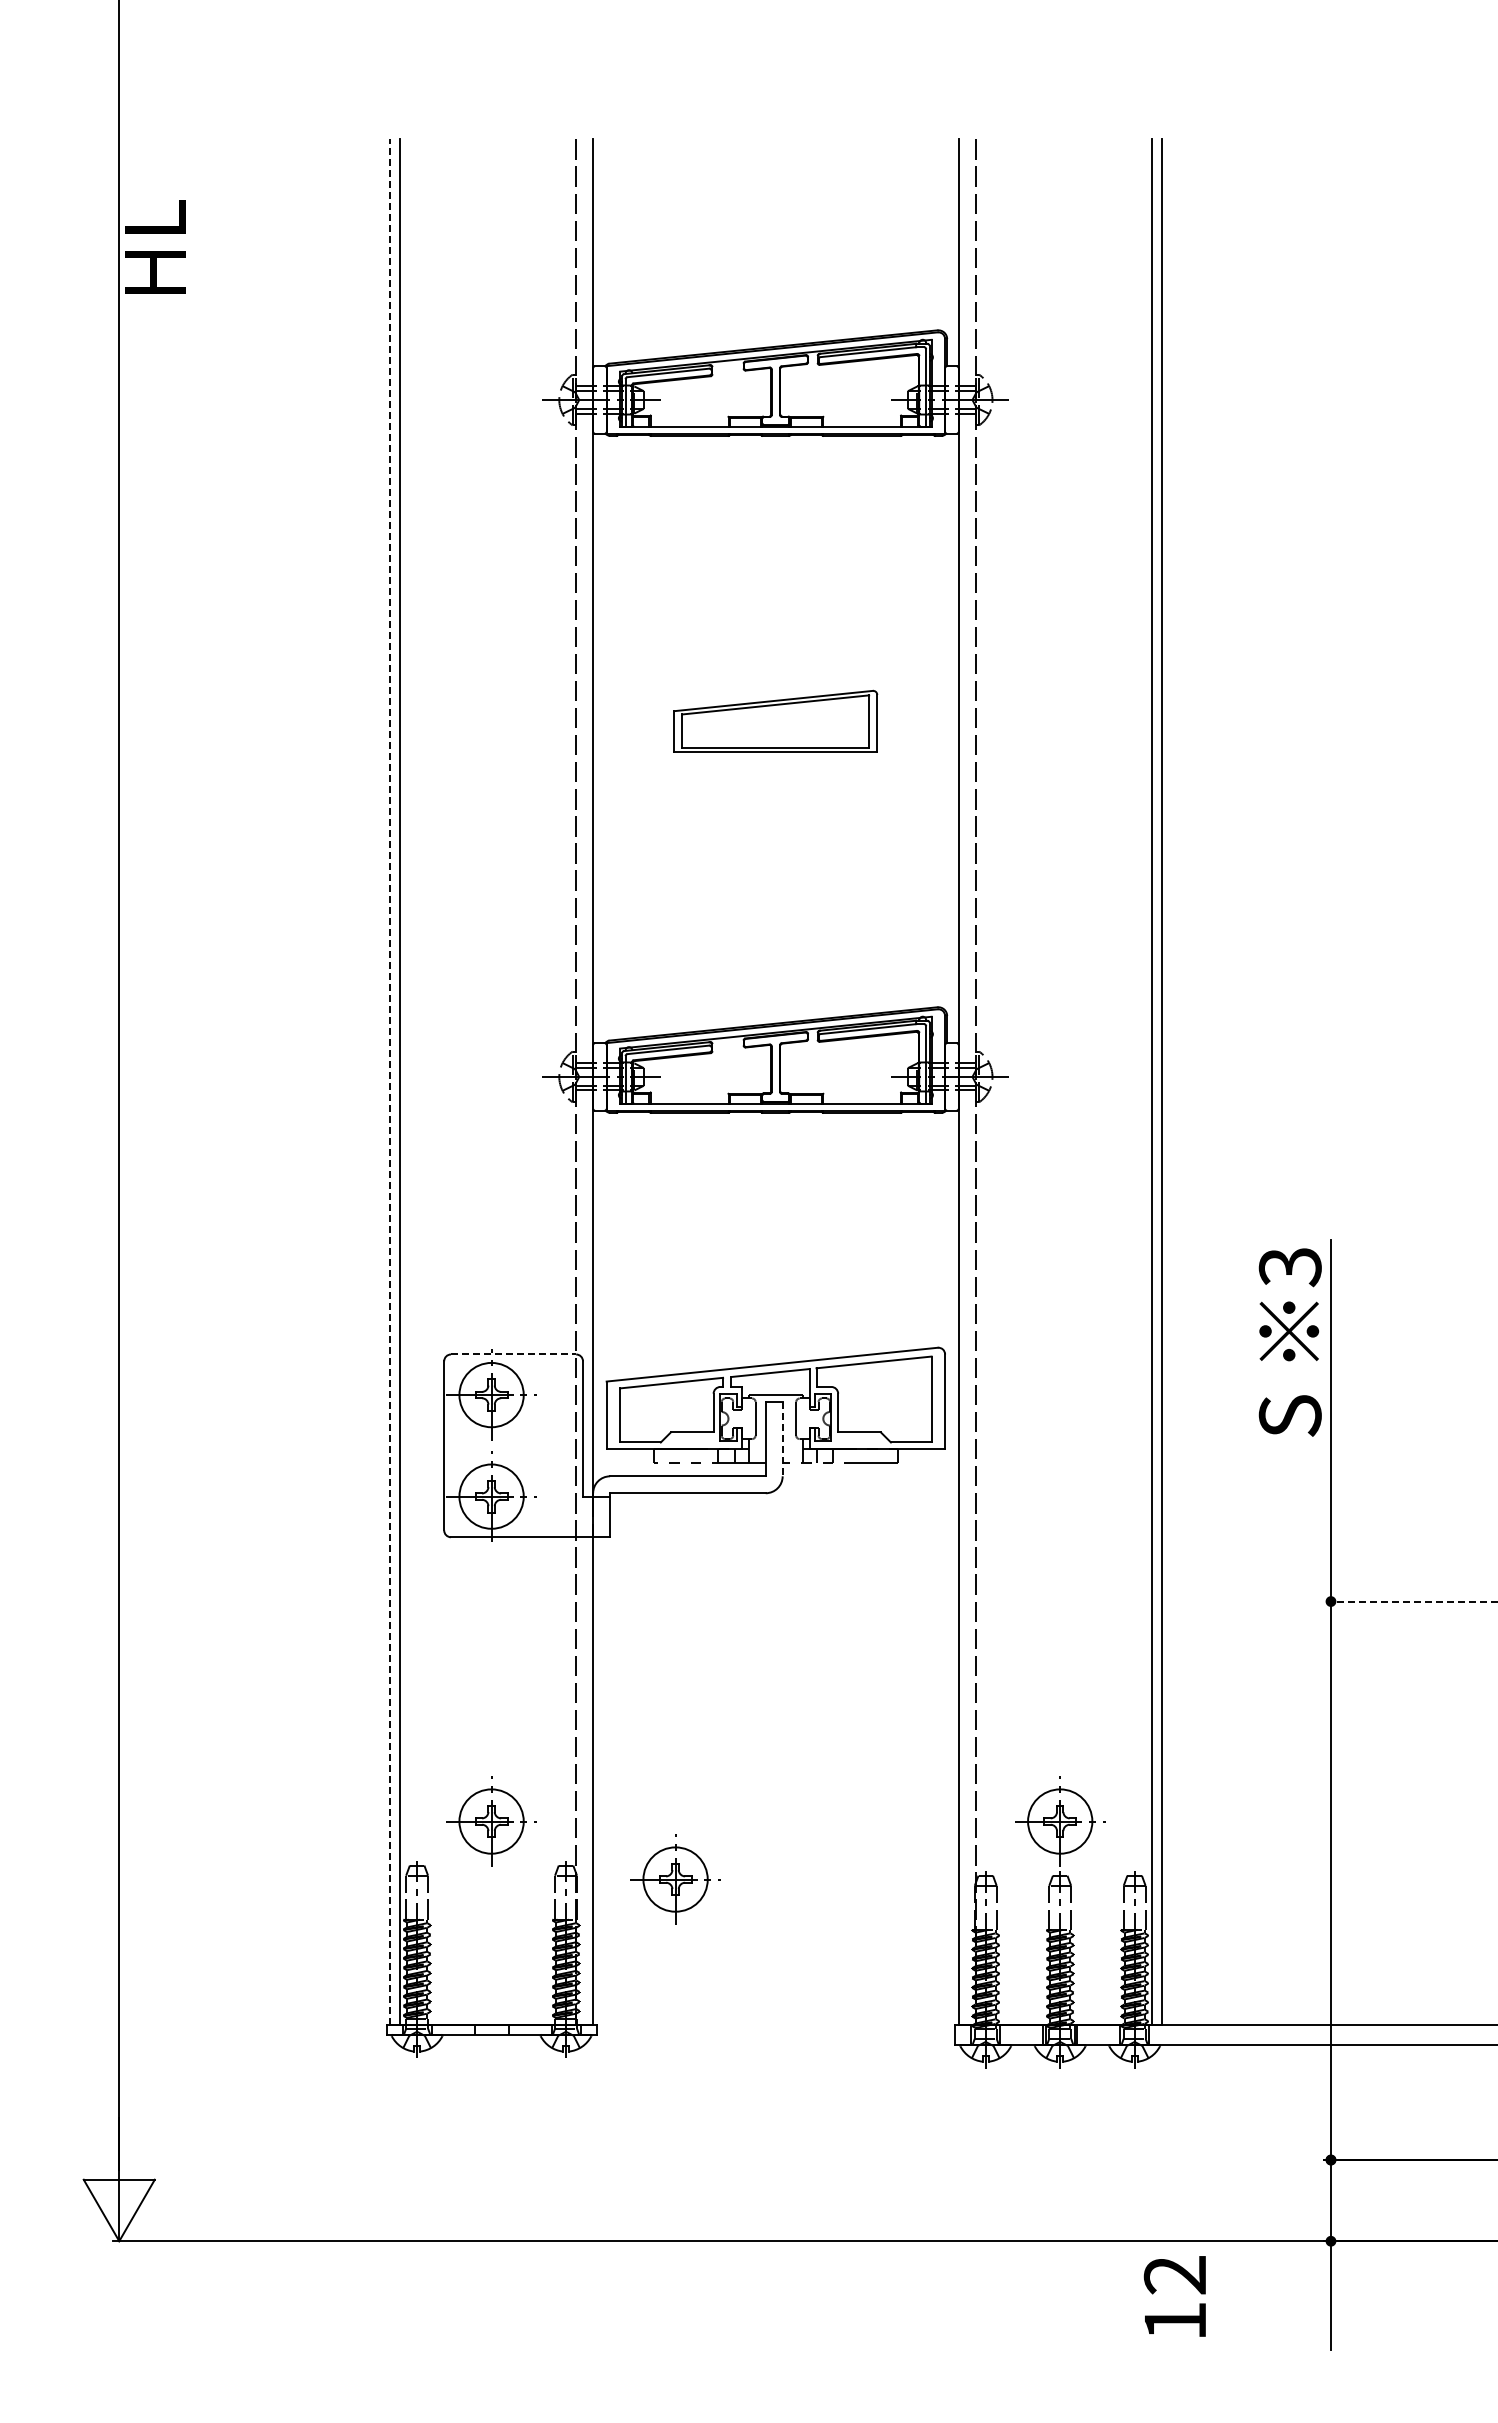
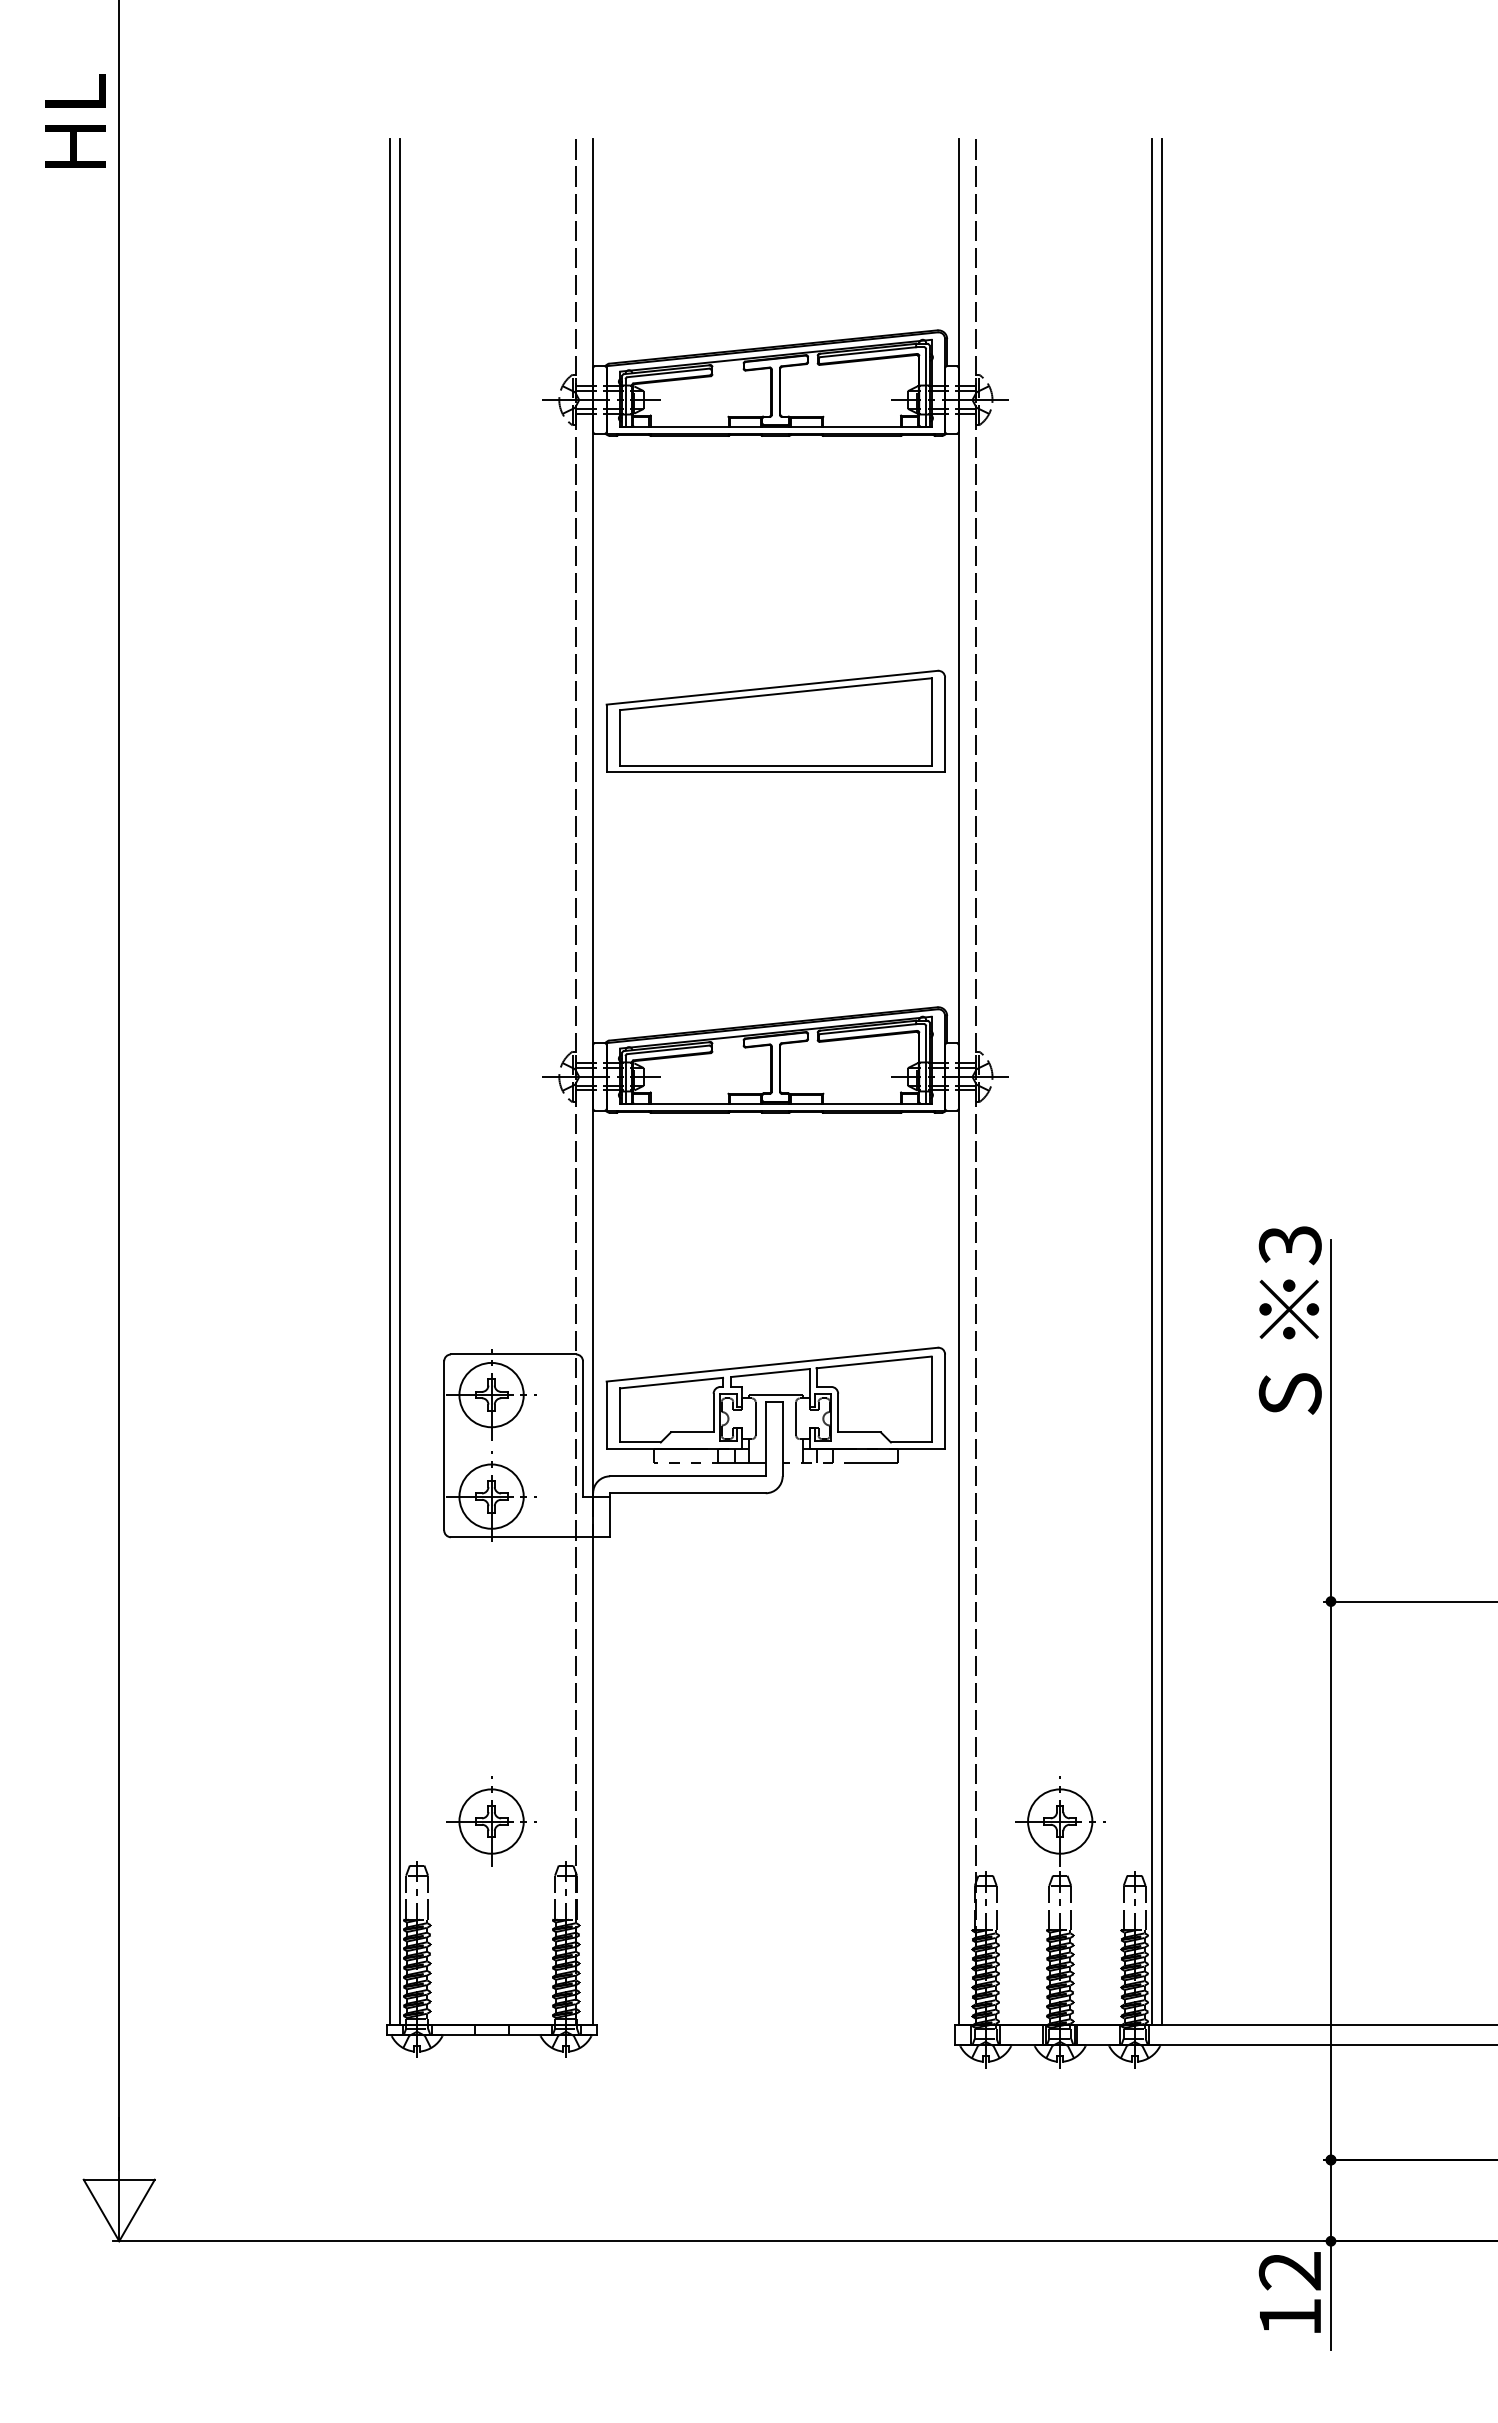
text at (155, 246) position: (155, 246) -> (75, 120)
part at (775, 720) size: 206x64 px -> 341x104 px
line at (390, 1082): dashed -> solid
text at (1289, 1342) position: (1289, 1342) -> (1289, 1320)
line at (513, 1354): dashed -> solid
line at (782, 1439): dashed -> solid
line at (1410, 1601): dashed -> solid
part at (675, 1879): present -> none
text at (1174, 2296) position: (1174, 2296) -> (1289, 2292)
